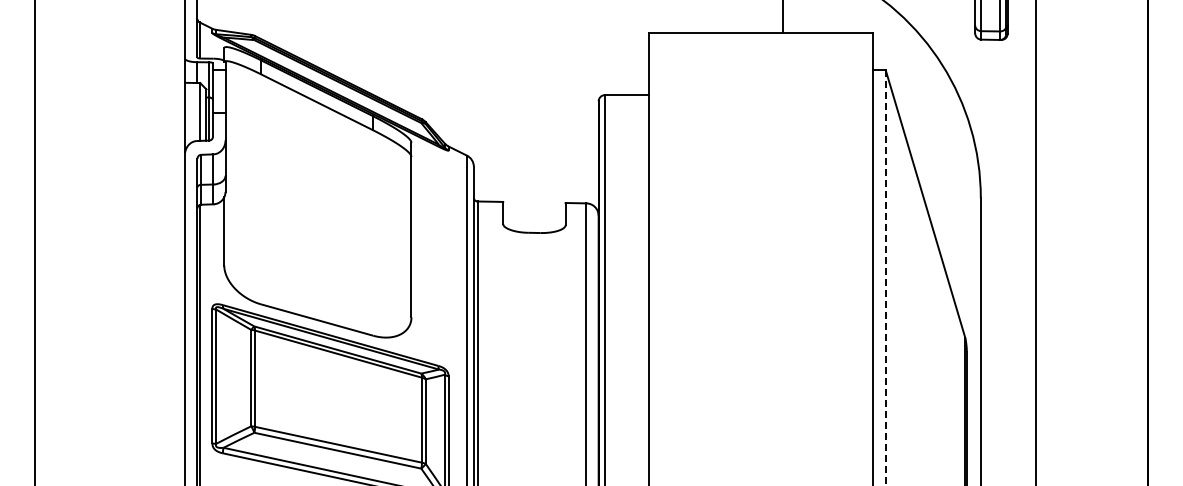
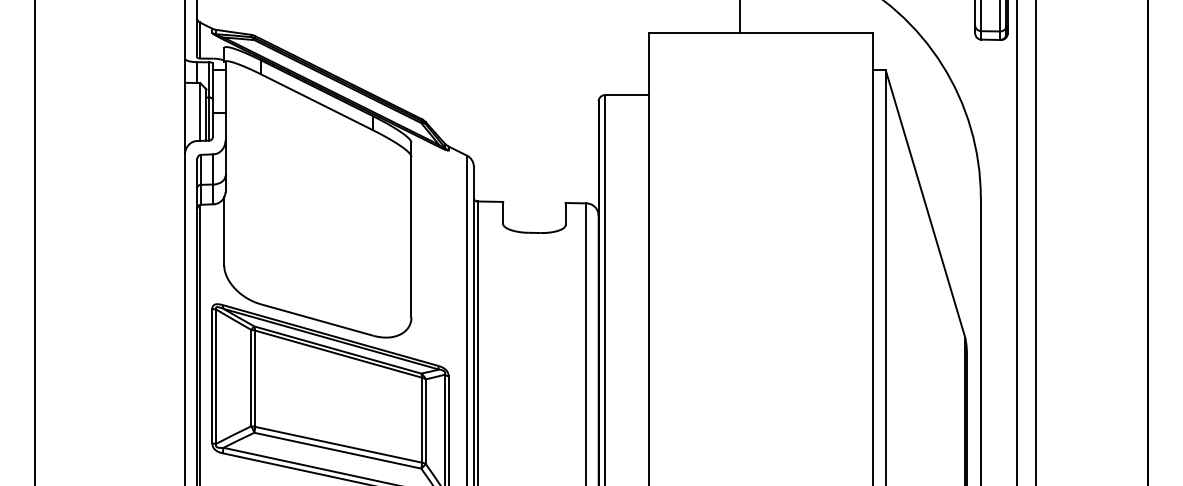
line at (782, 17) position: (782, 17) -> (739, 17)
line at (1016, 242): none -> present
line at (885, 278): dashed -> solid
